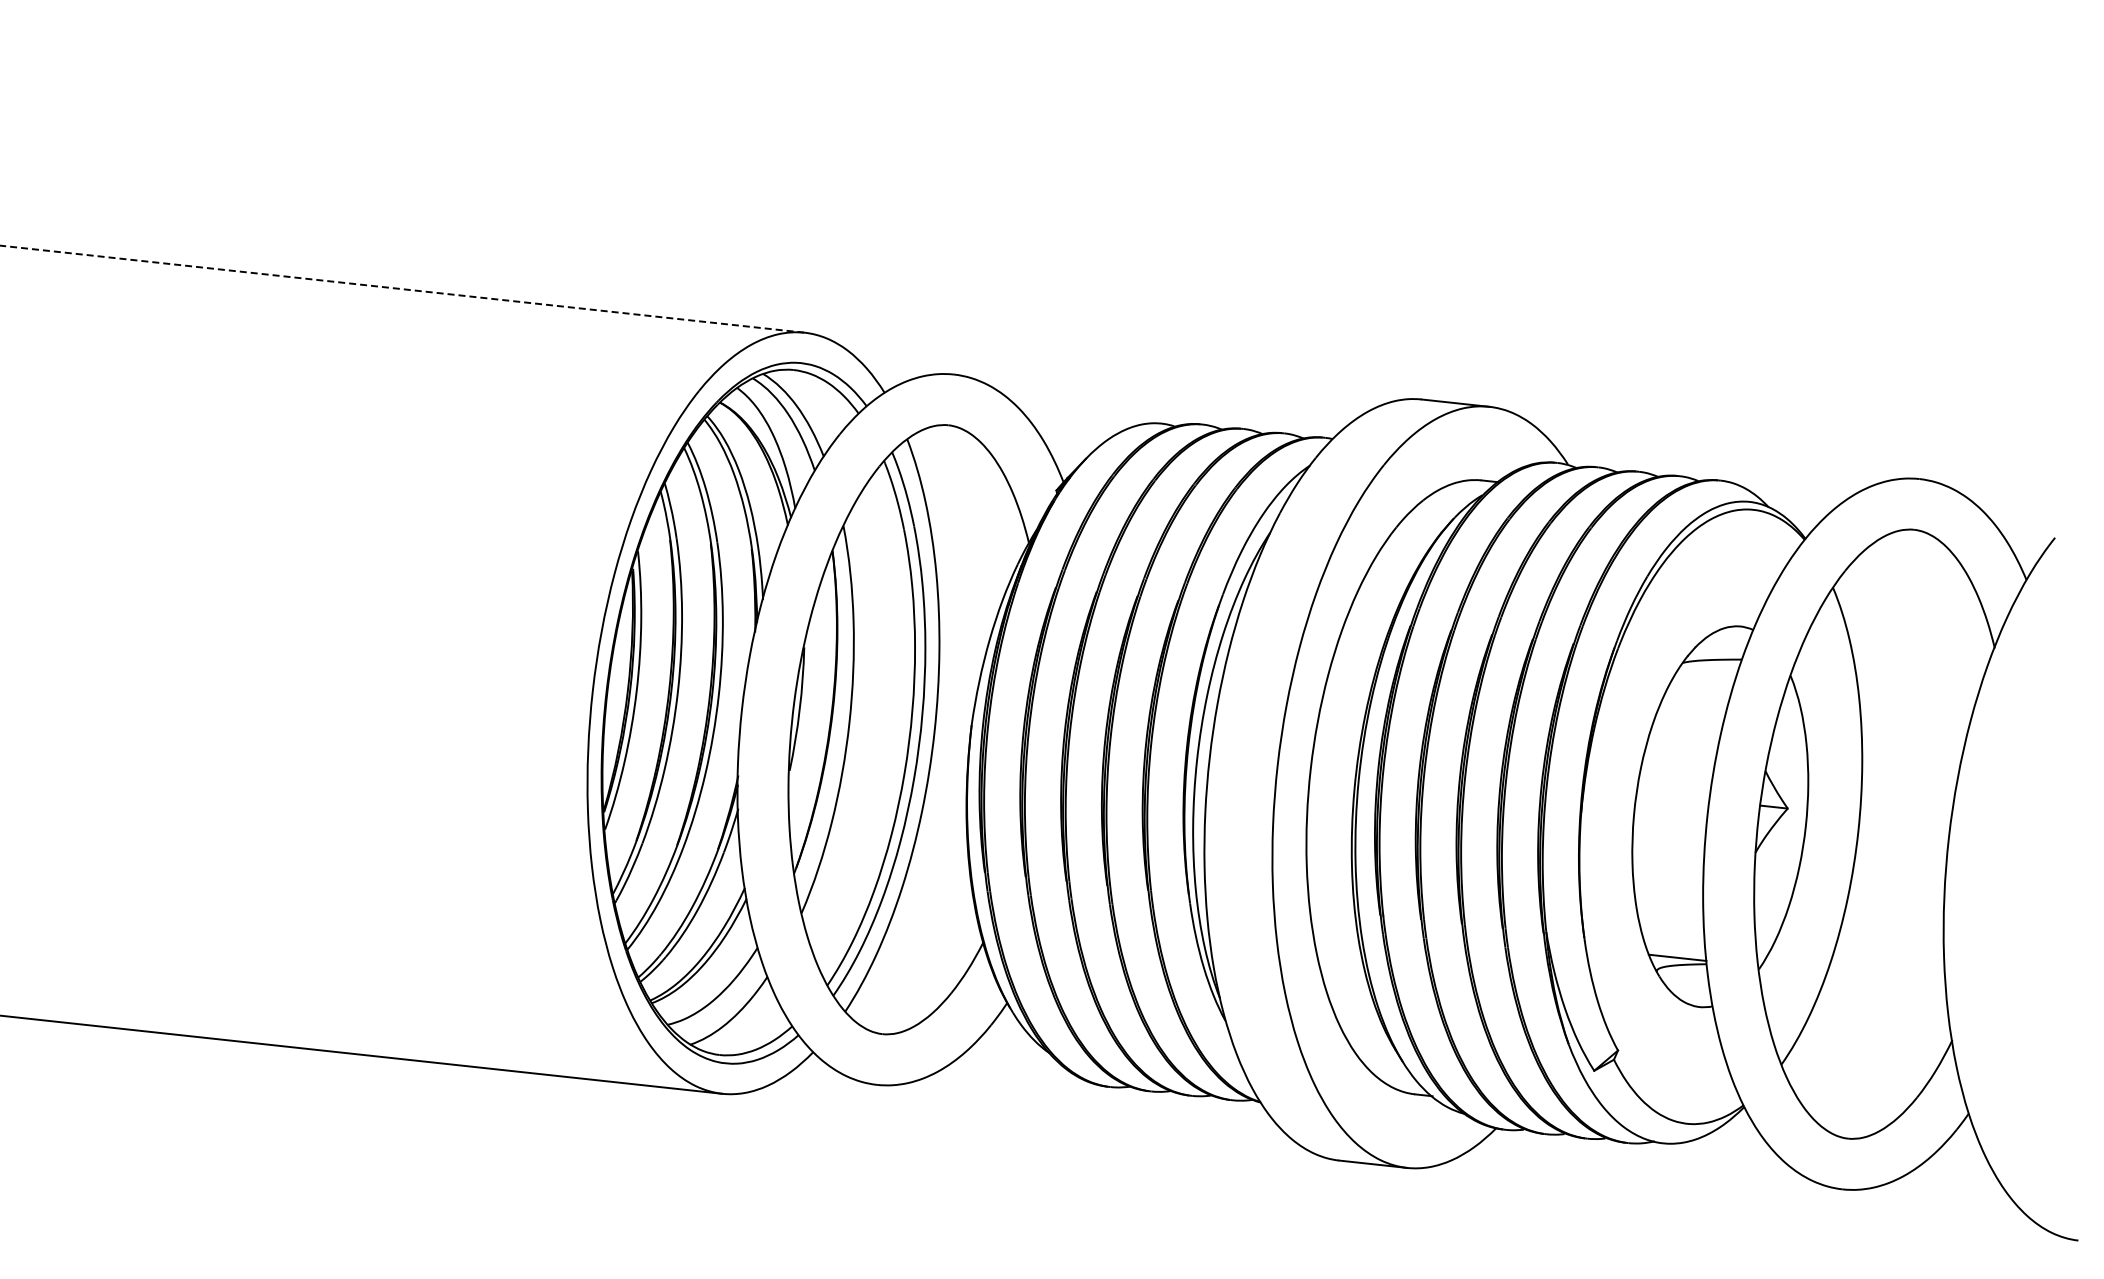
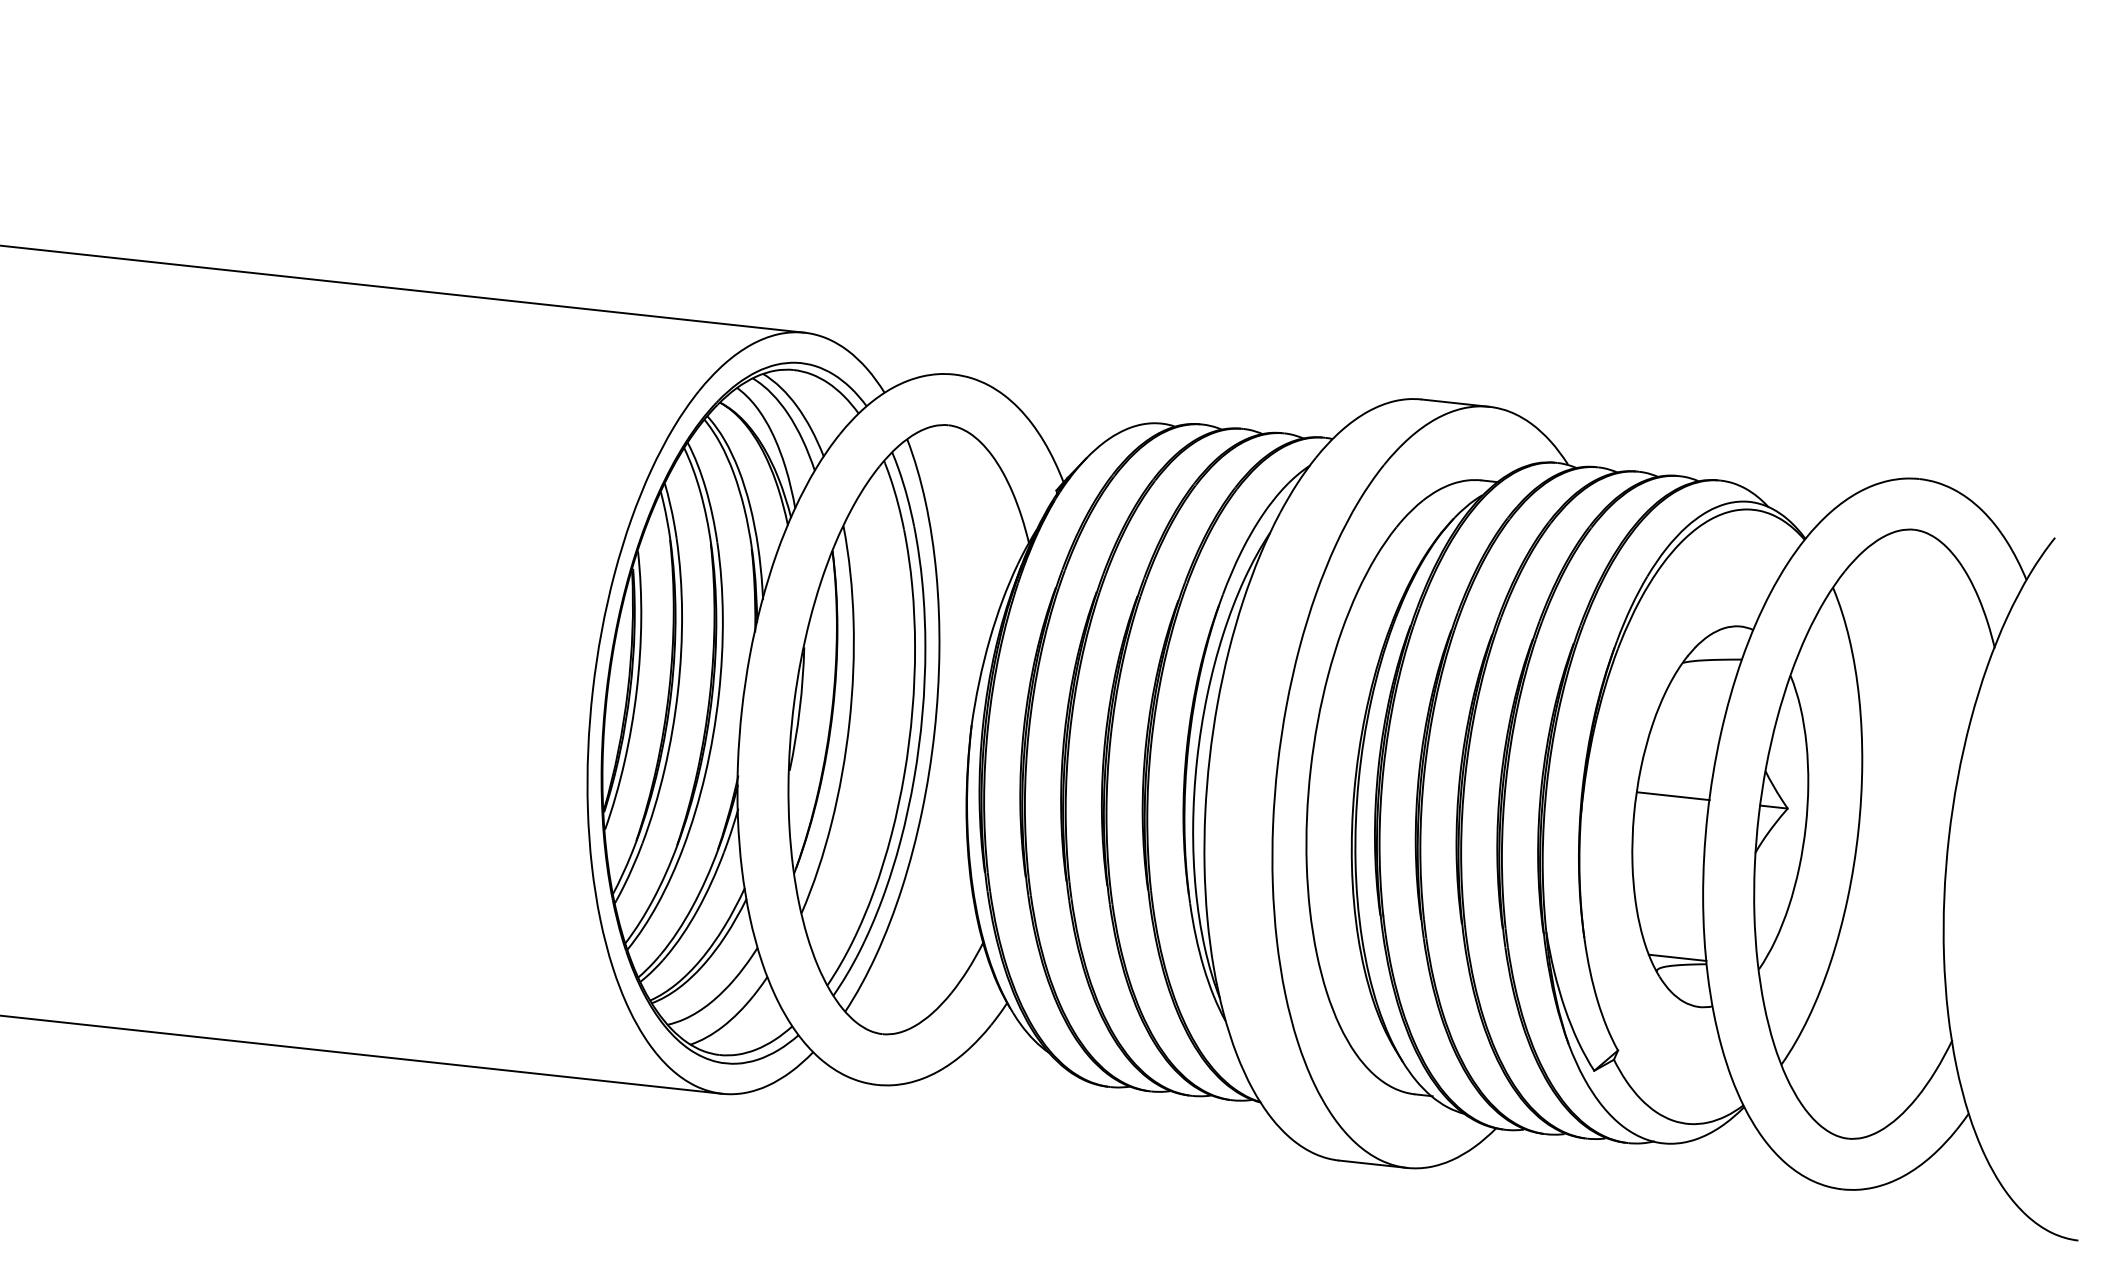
line at (403, 289): dashed -> solid
line at (1672, 796): none -> present
